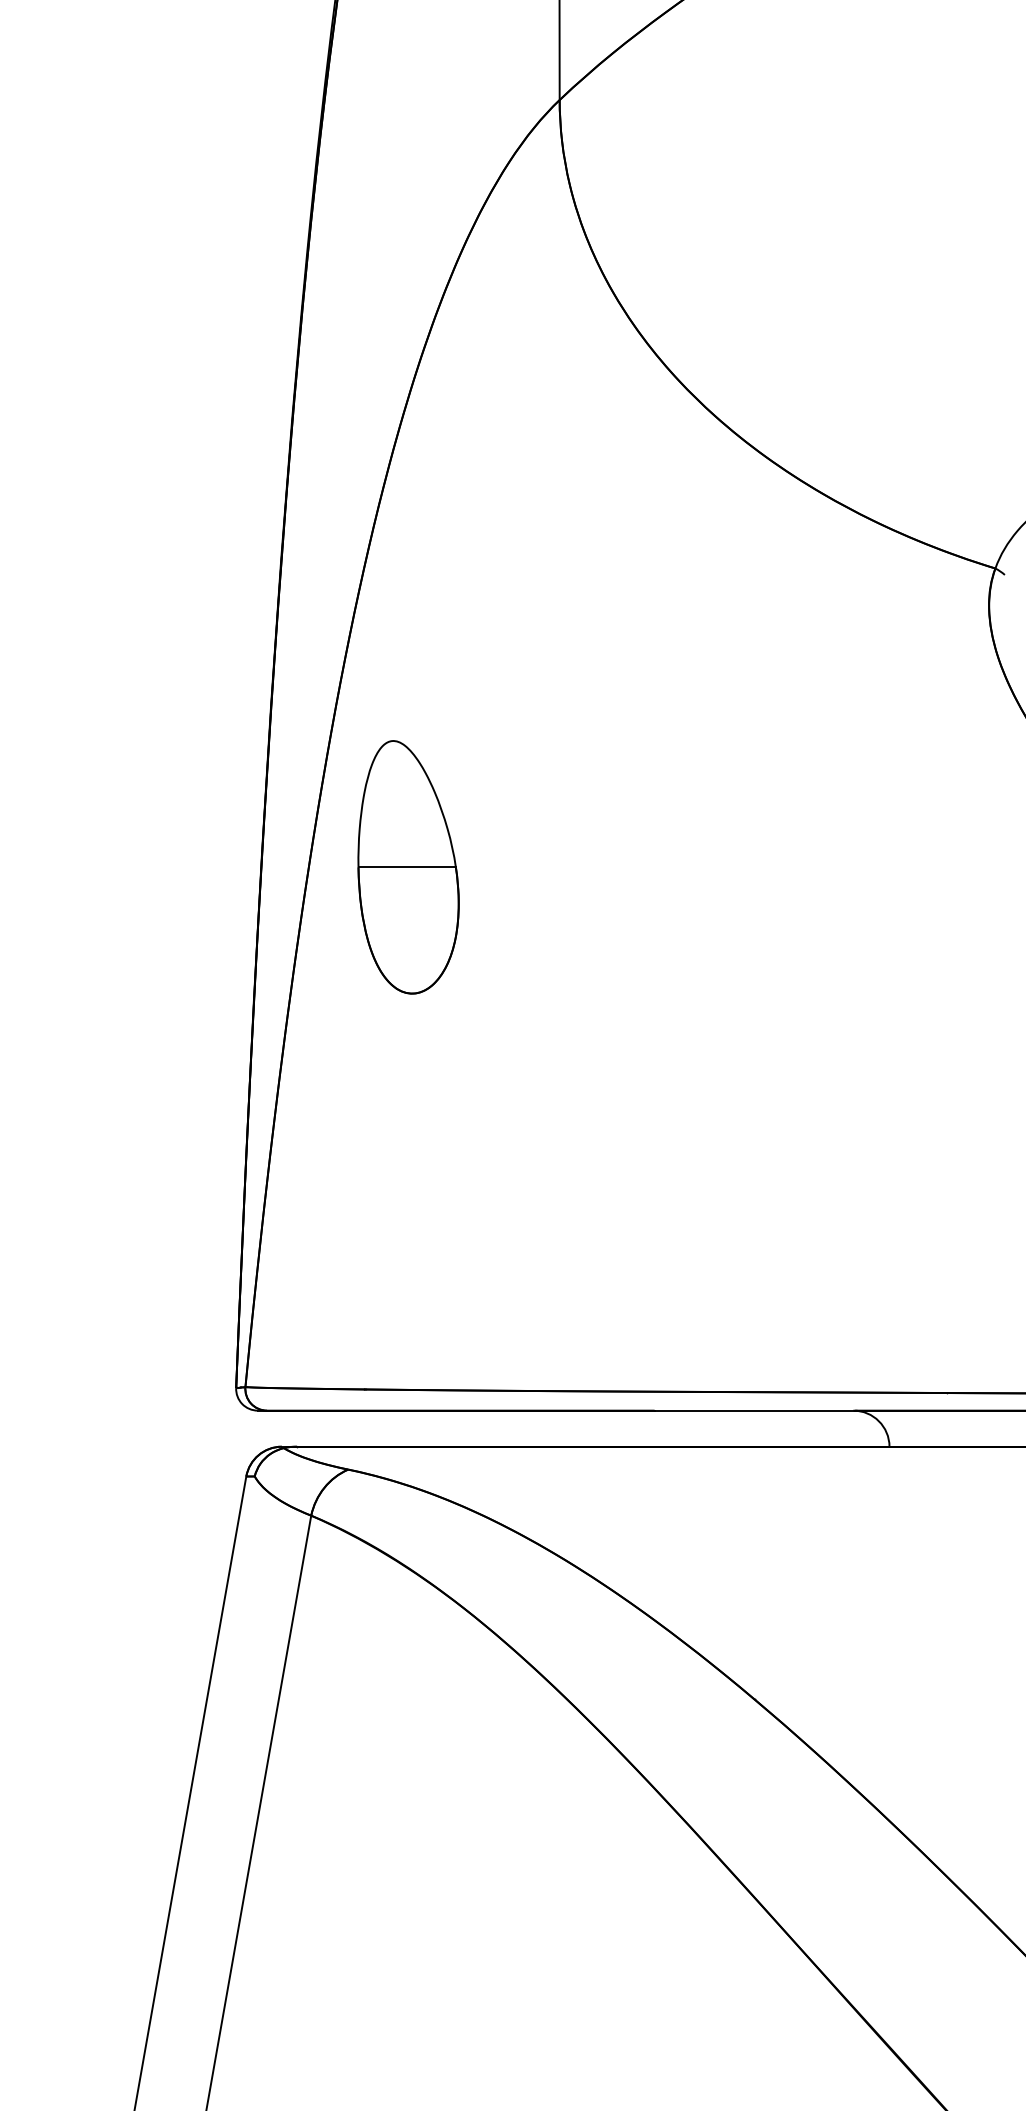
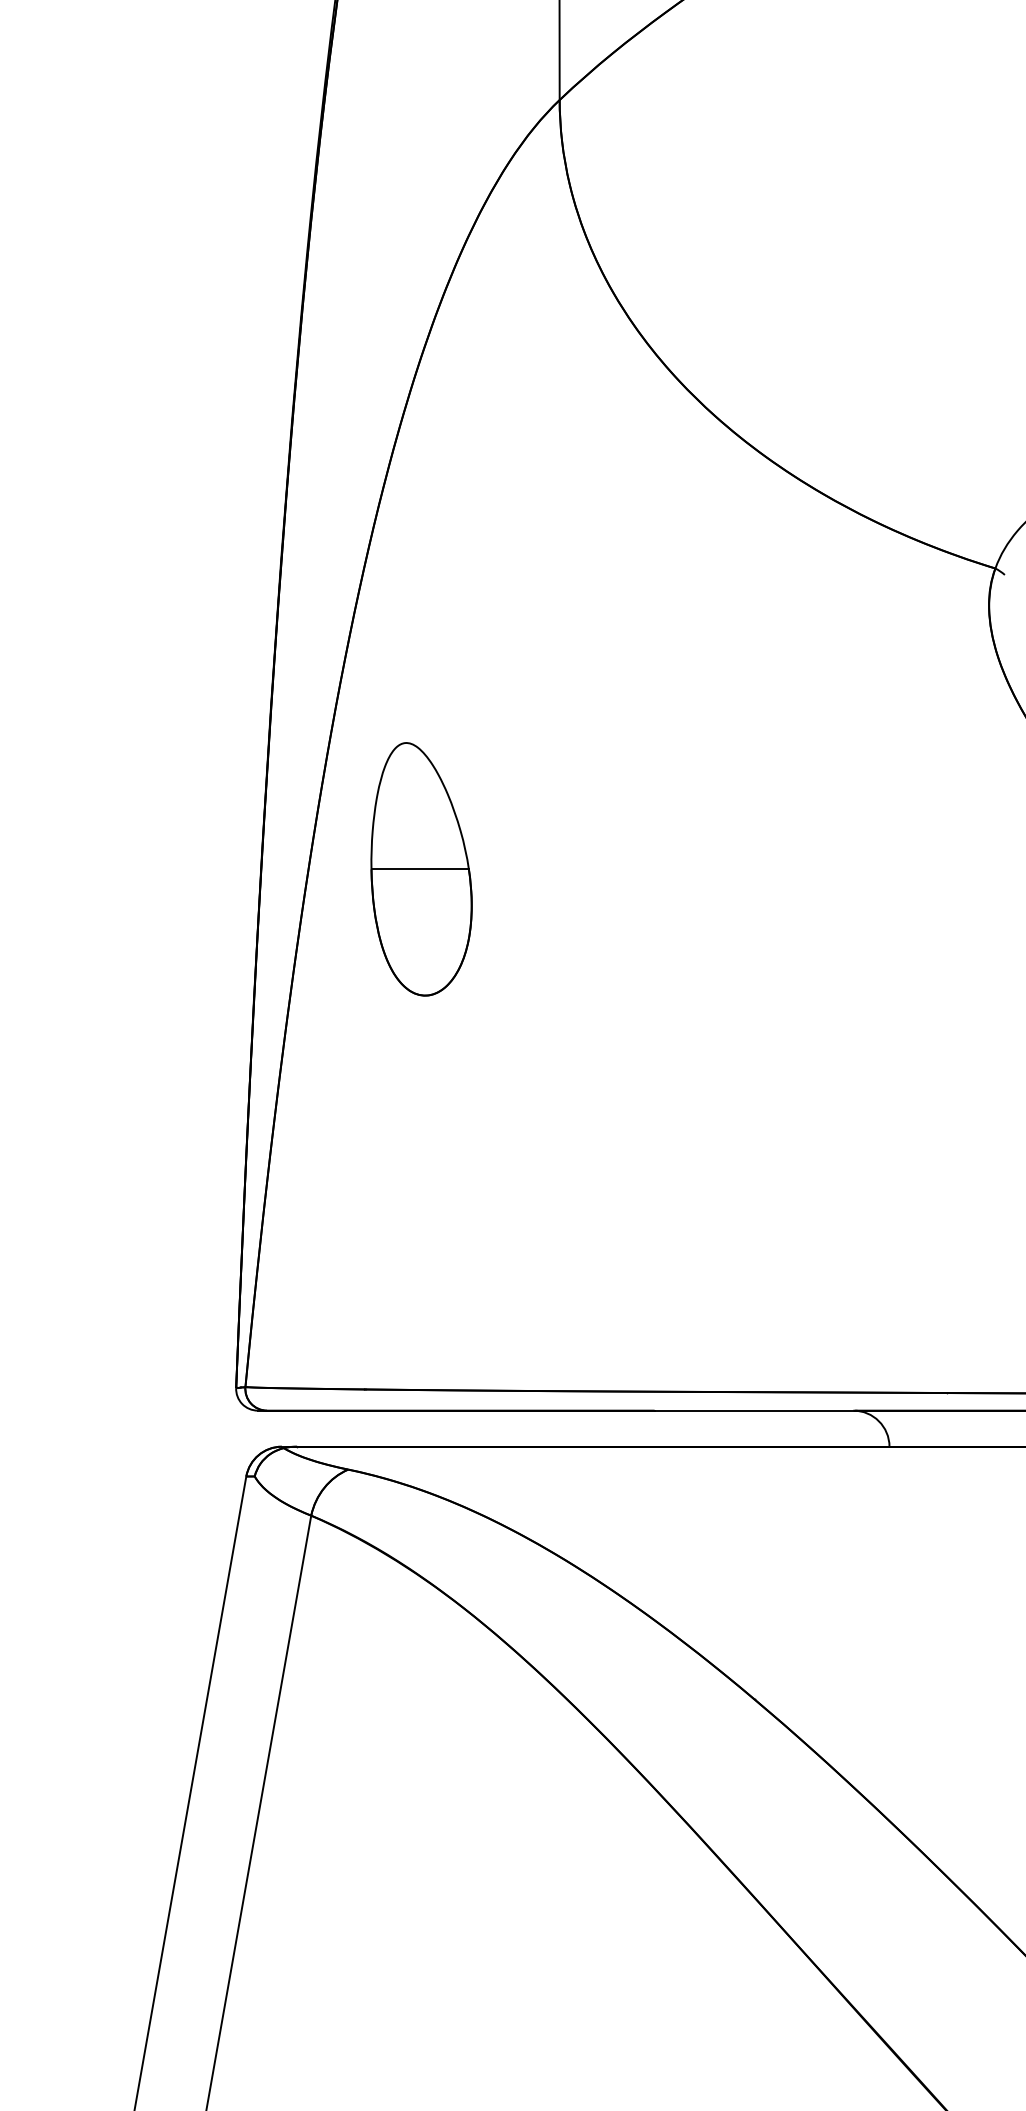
part at (408, 867) position: (408, 867) -> (421, 869)
